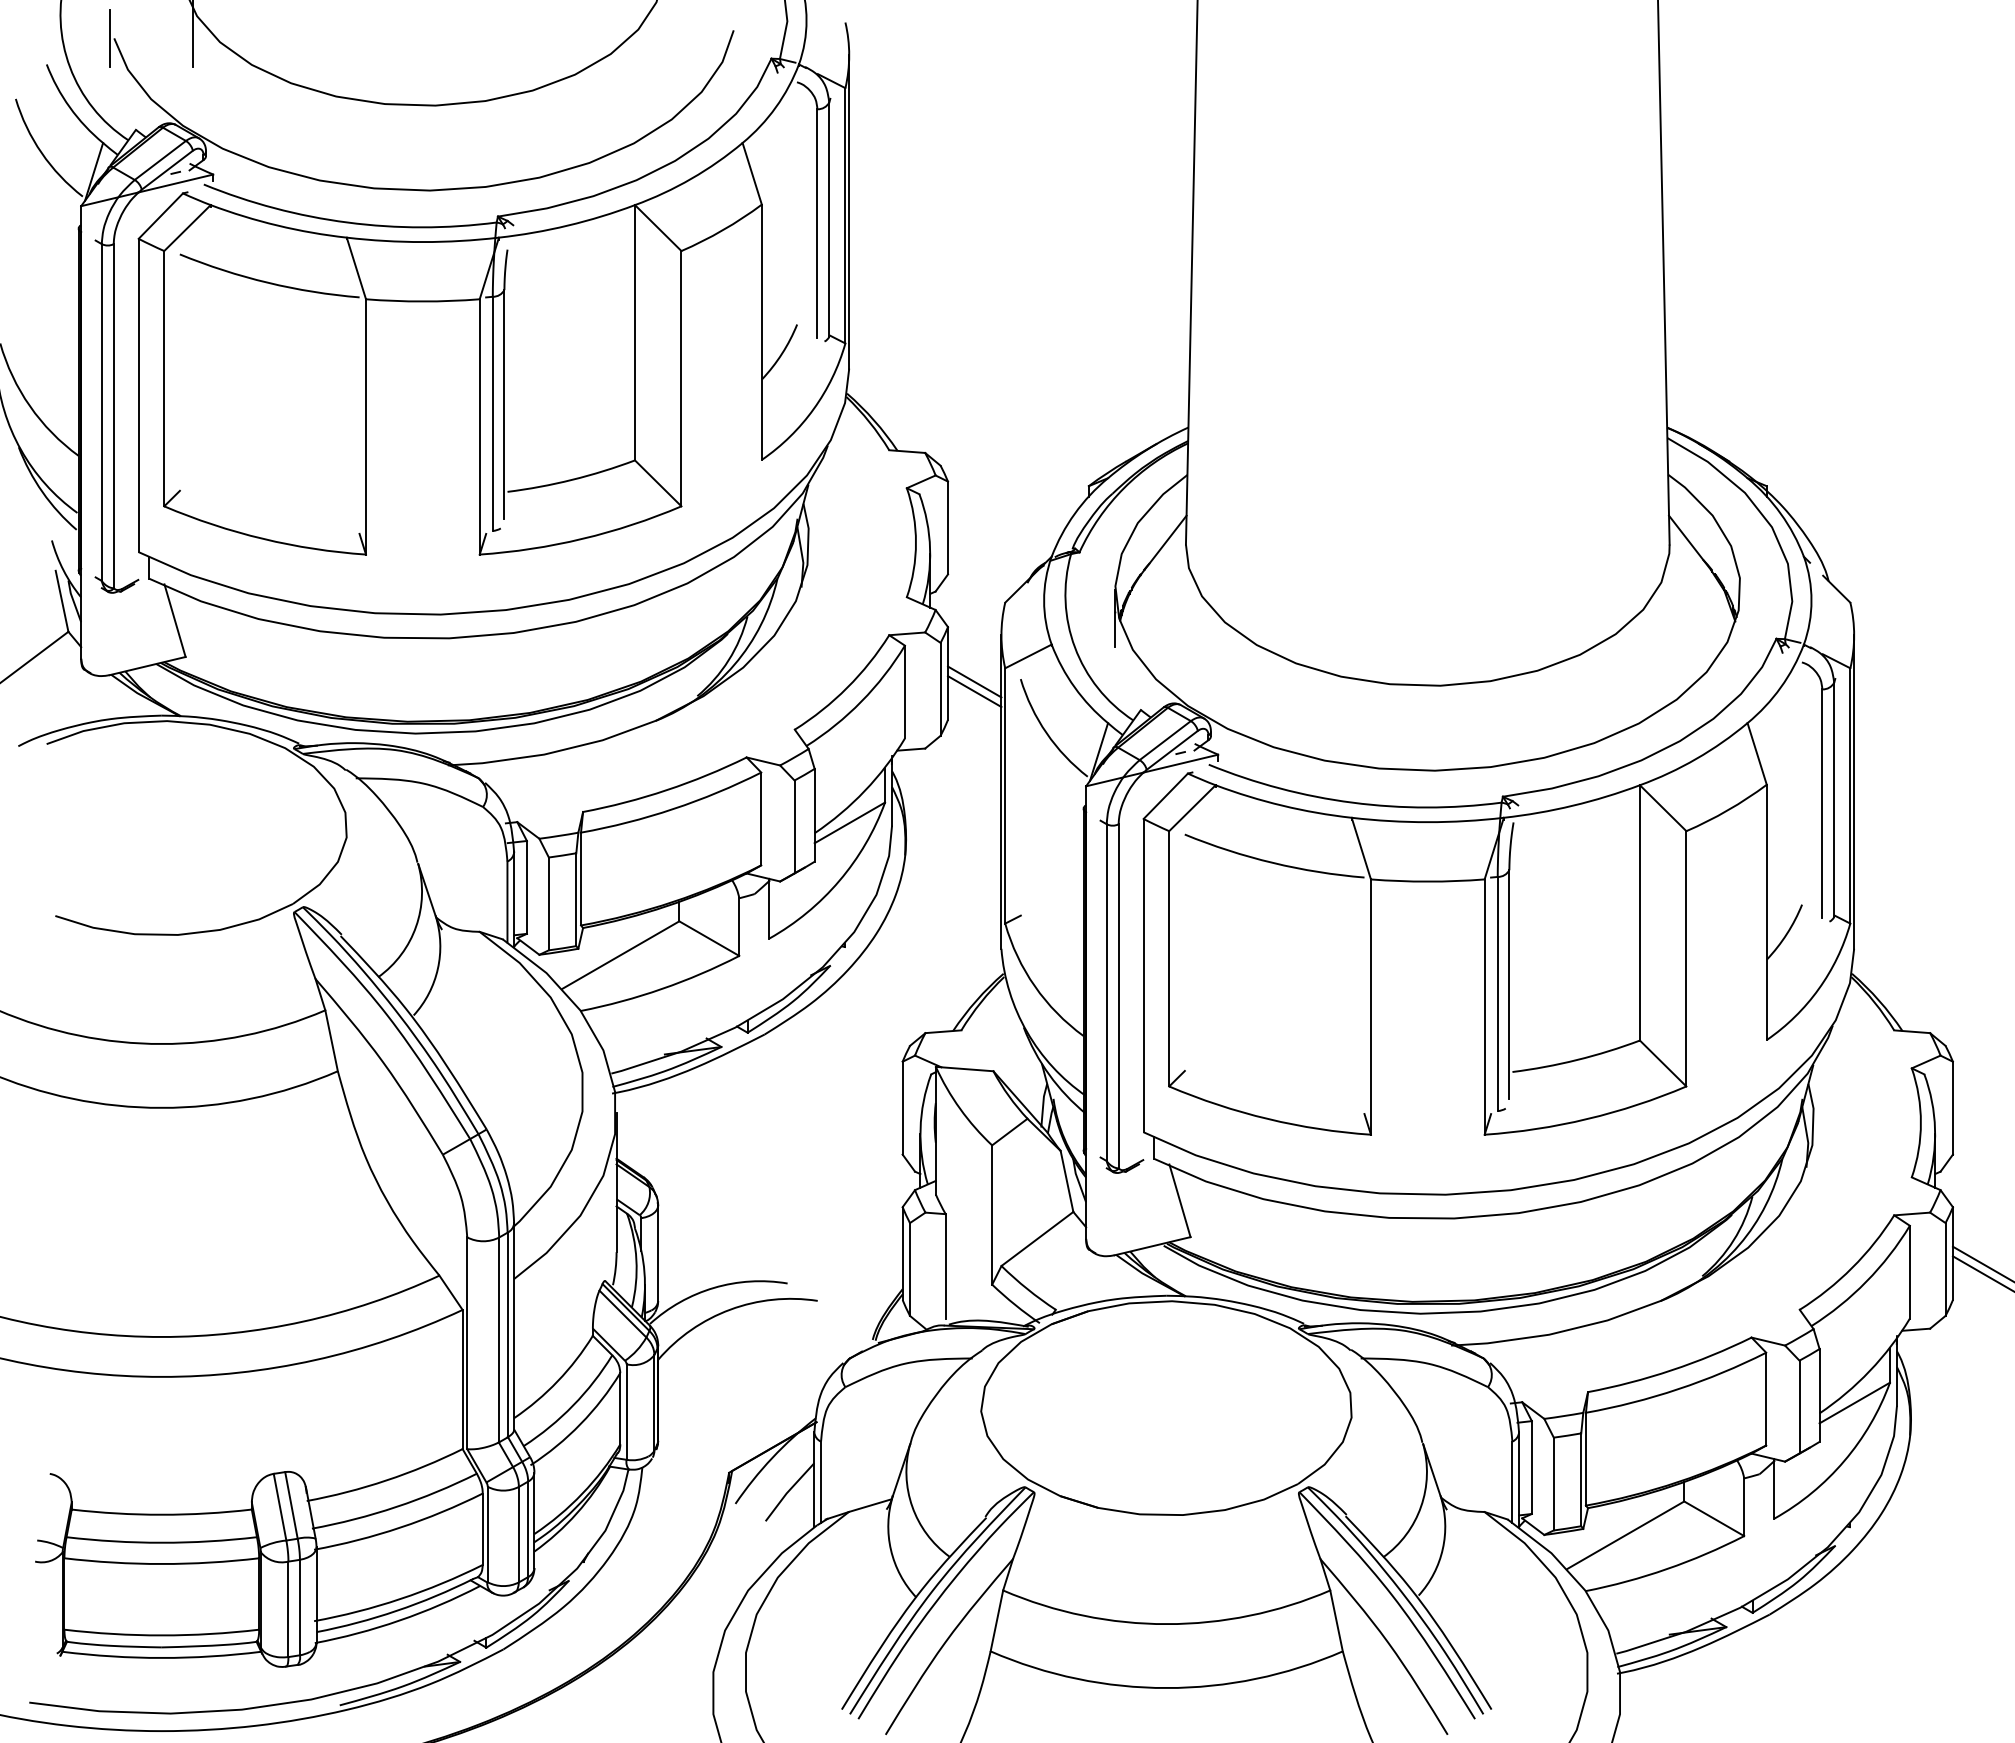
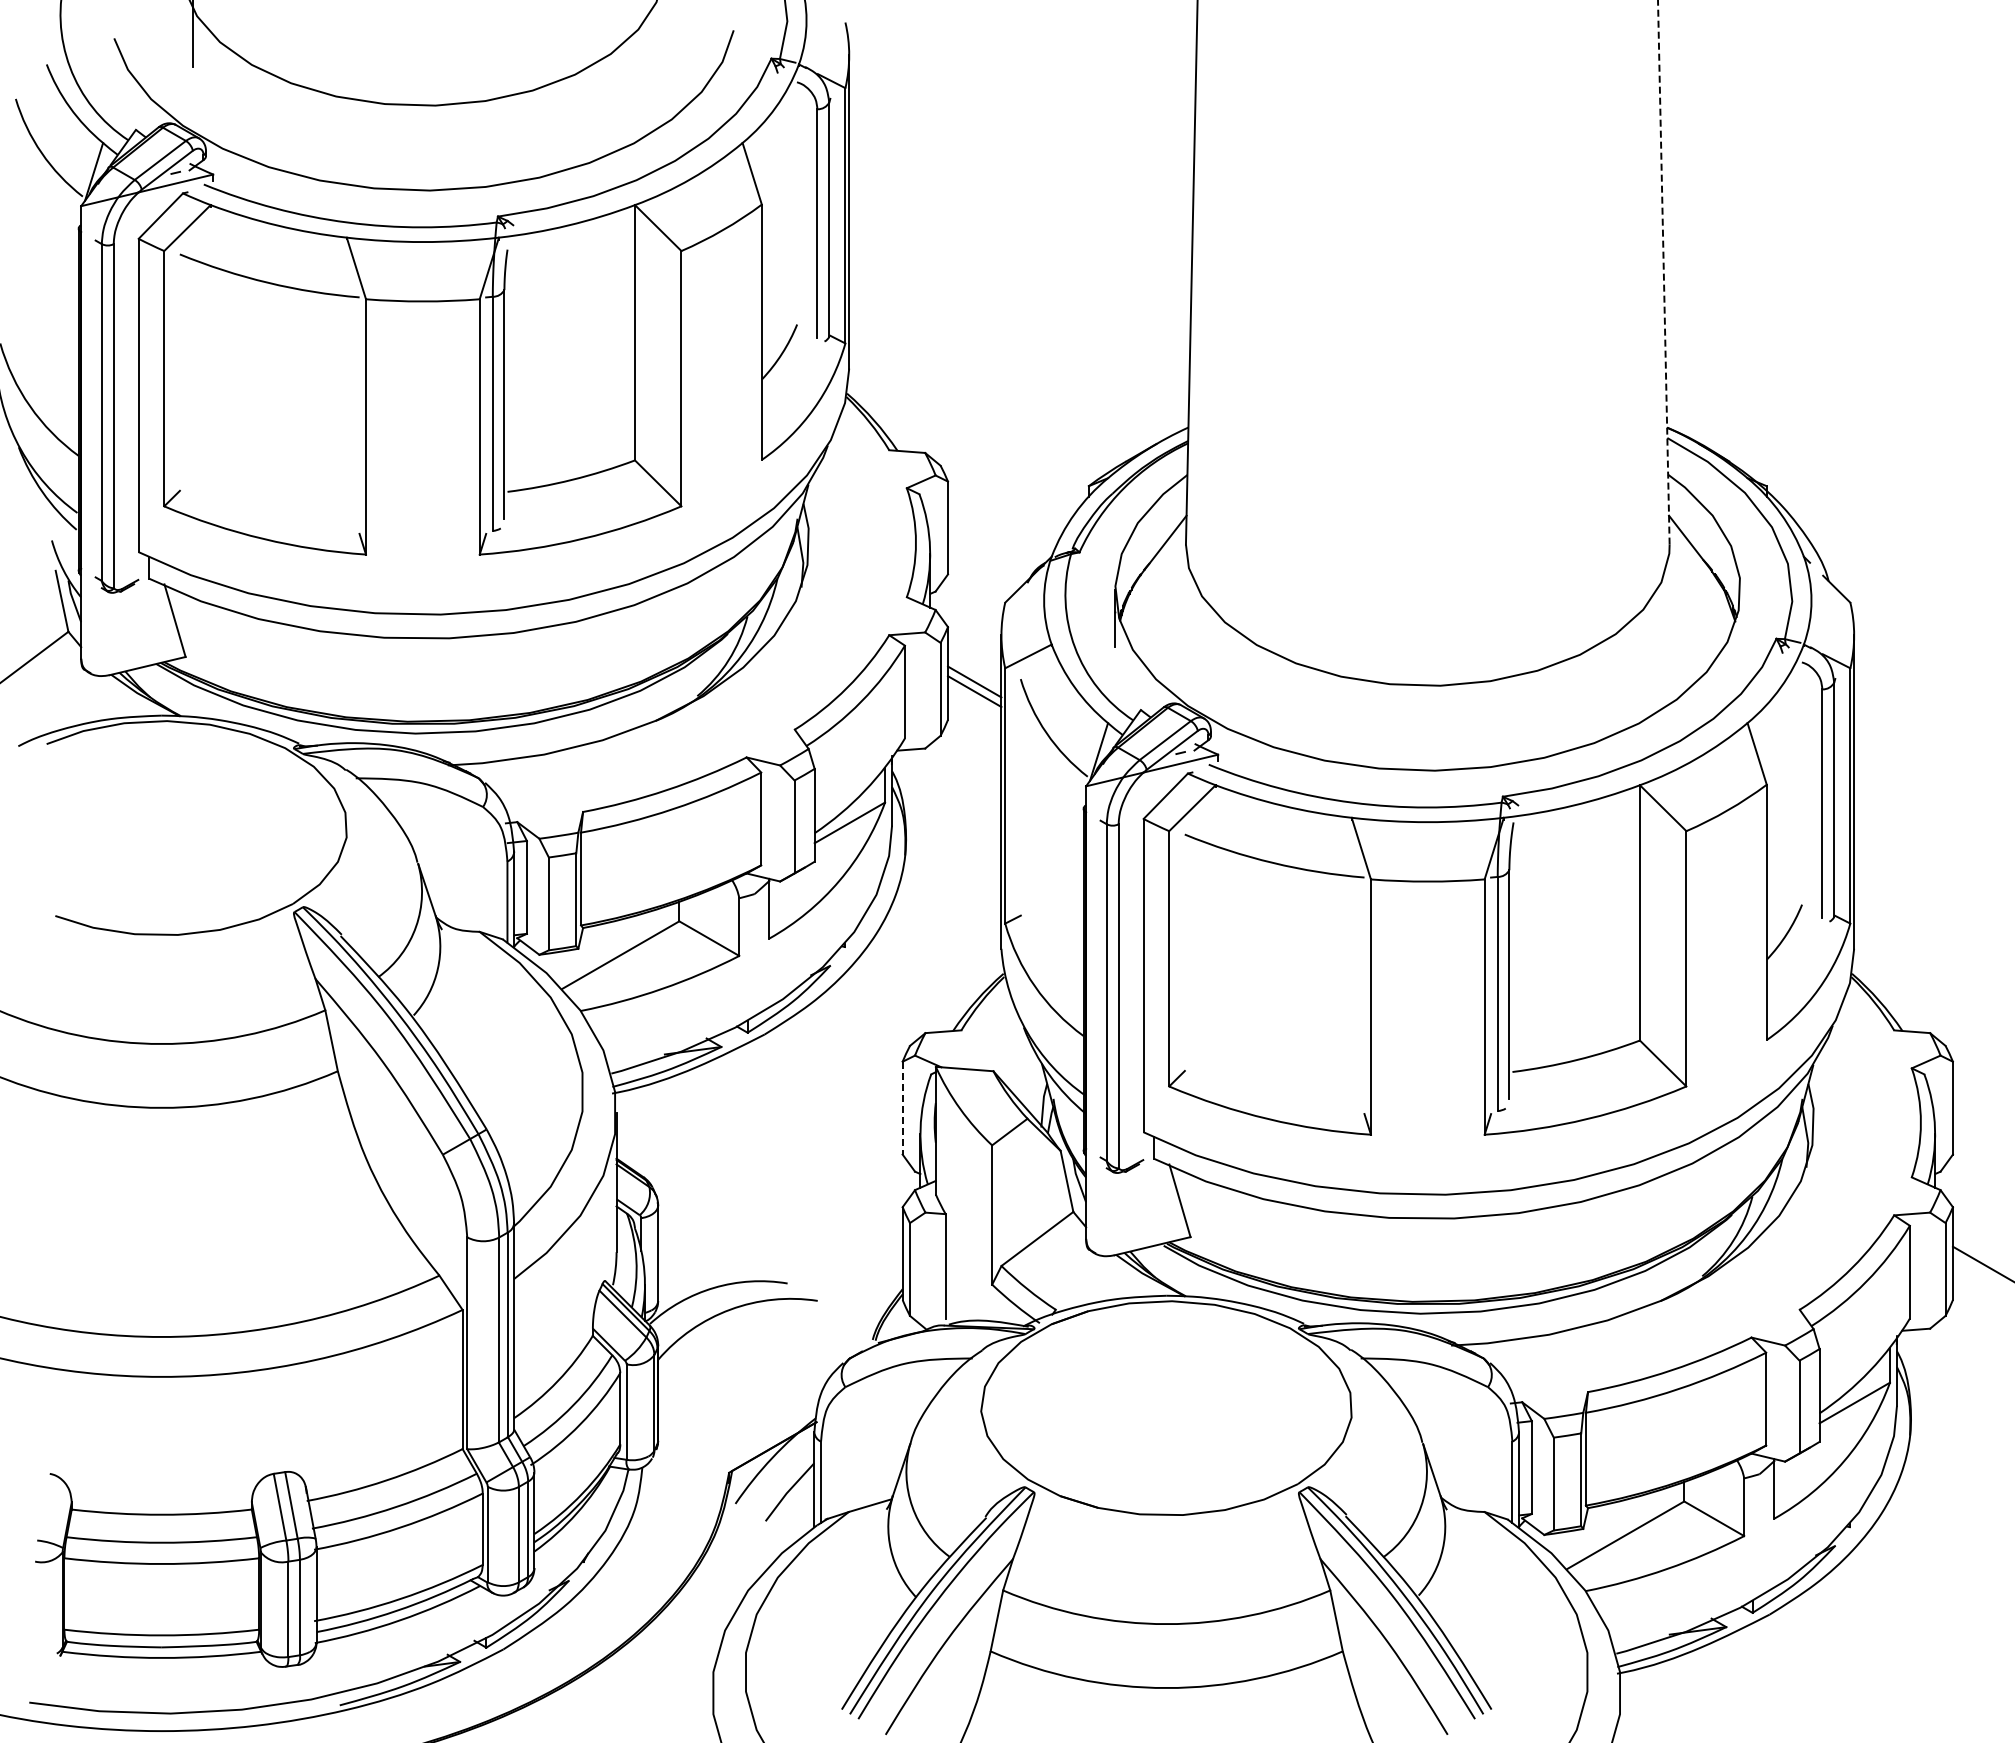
line at (110, 38): present -> none
line at (1663, 272): solid -> dashed
line at (902, 1108): solid -> dashed
line at (1981, 1272): present -> none
